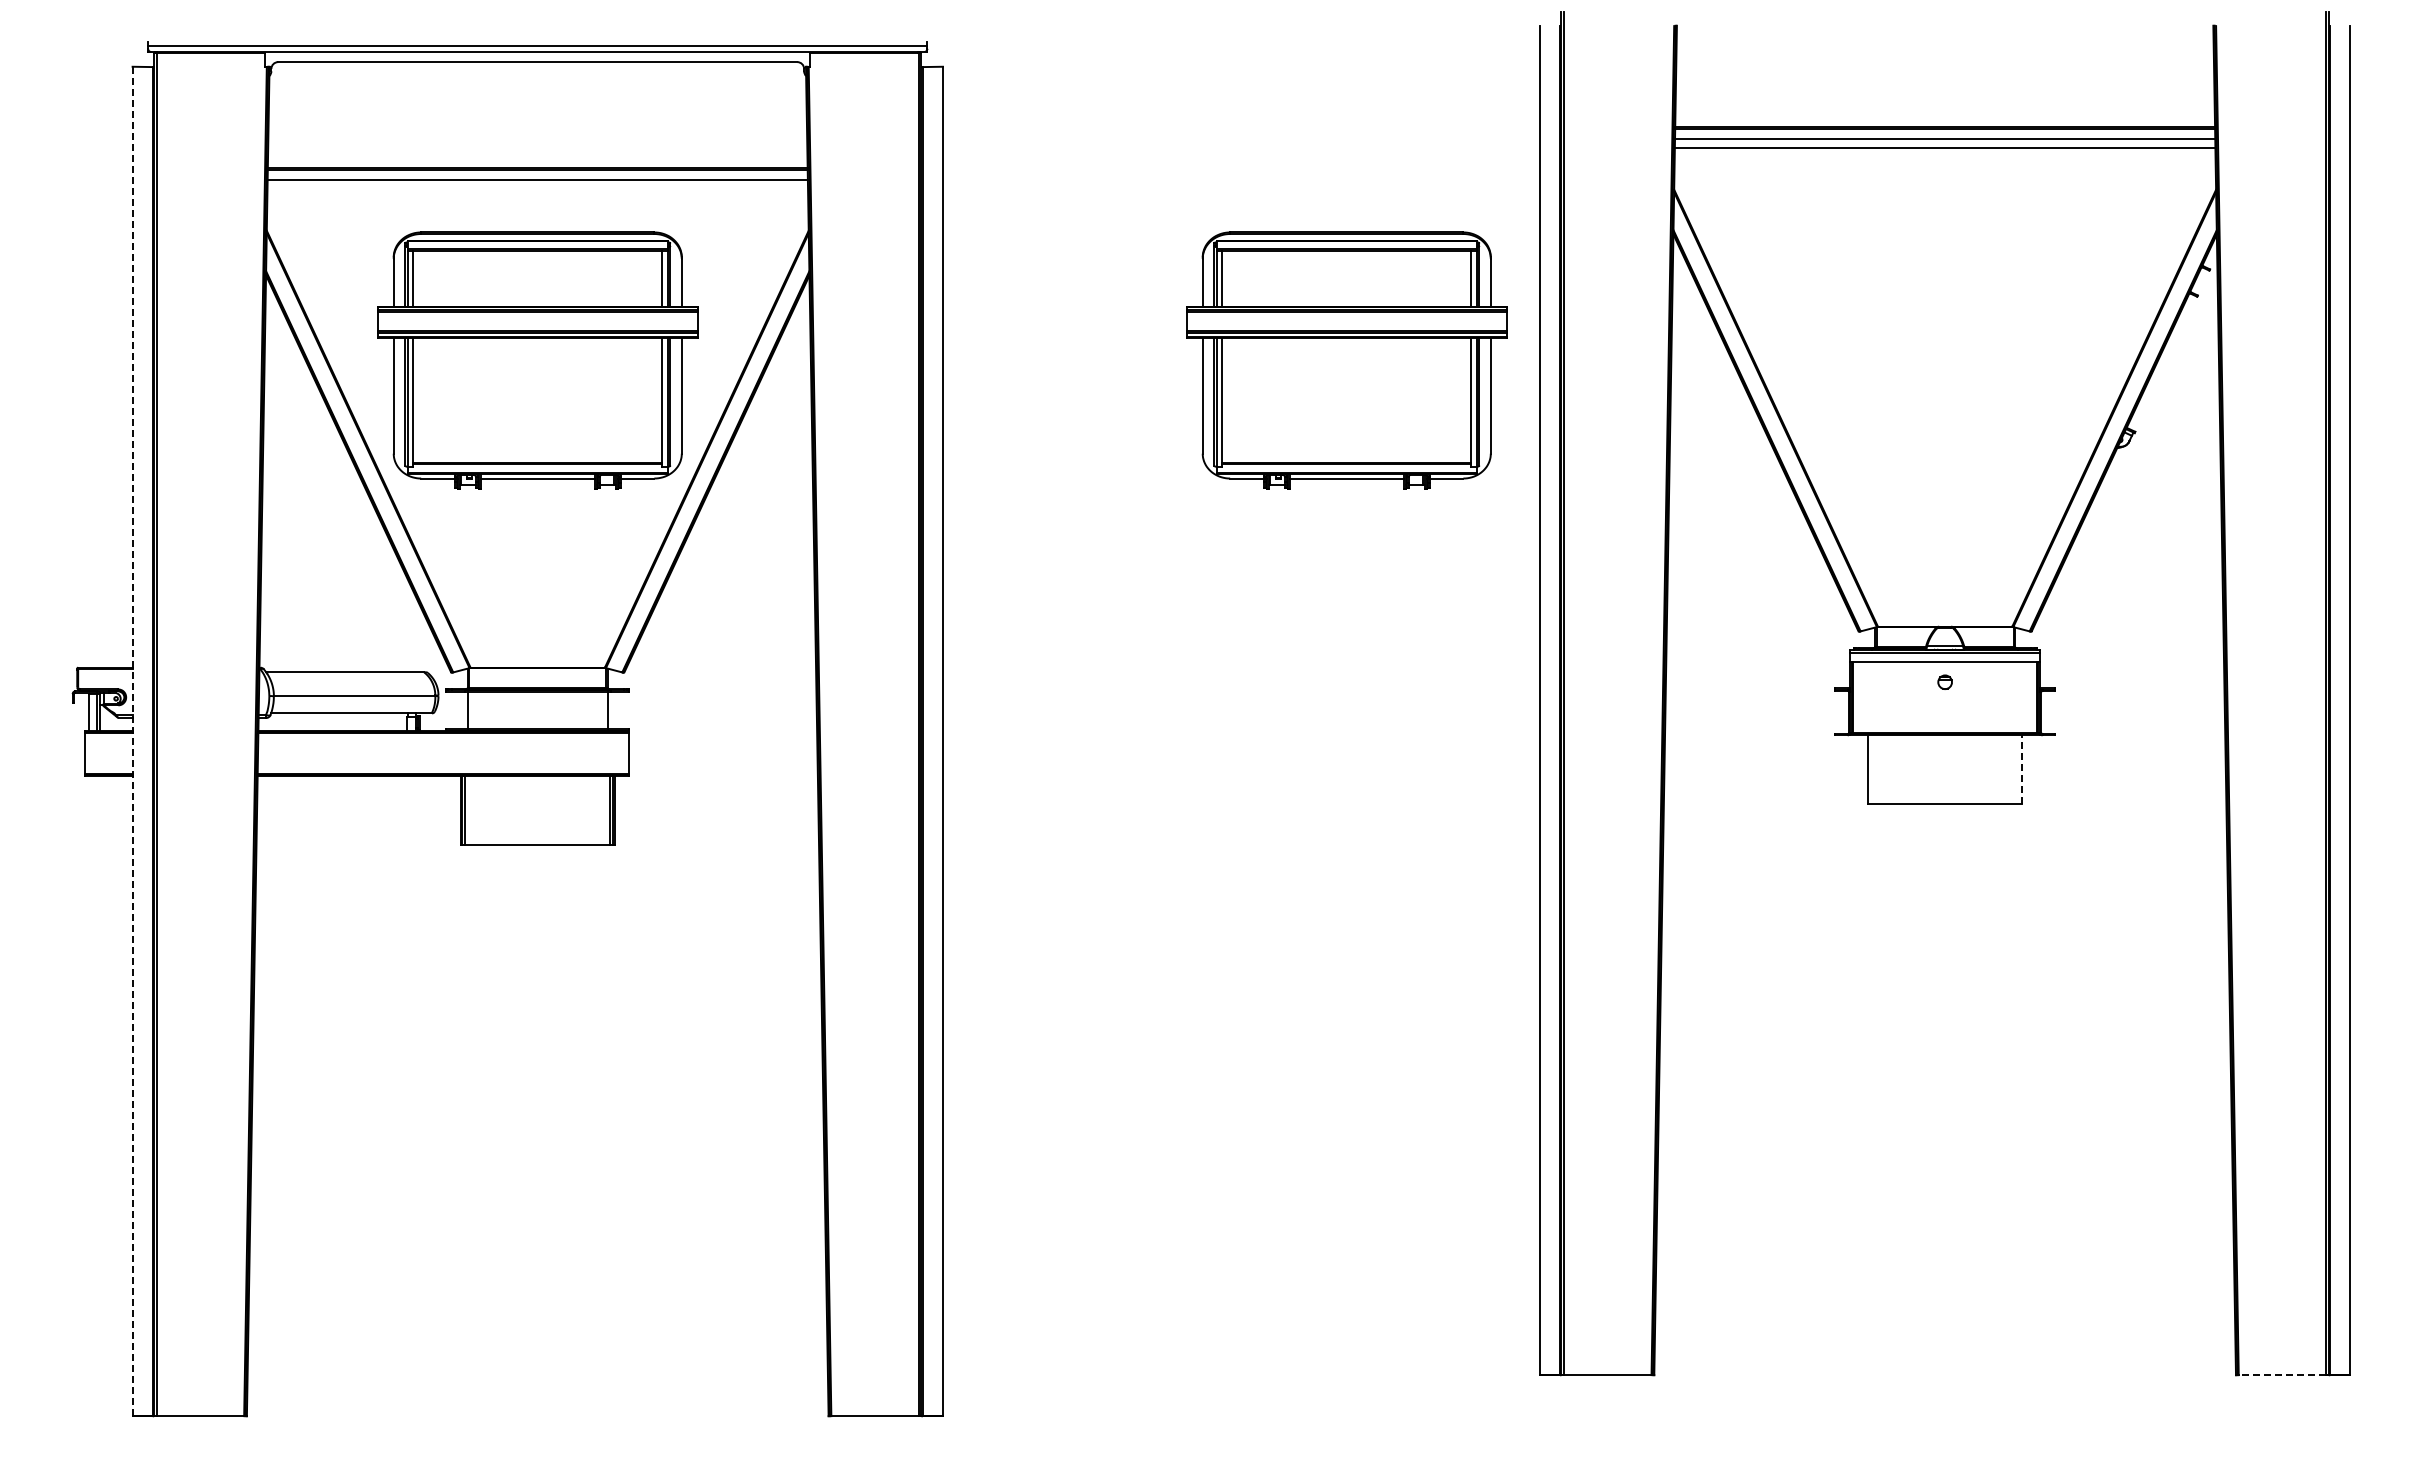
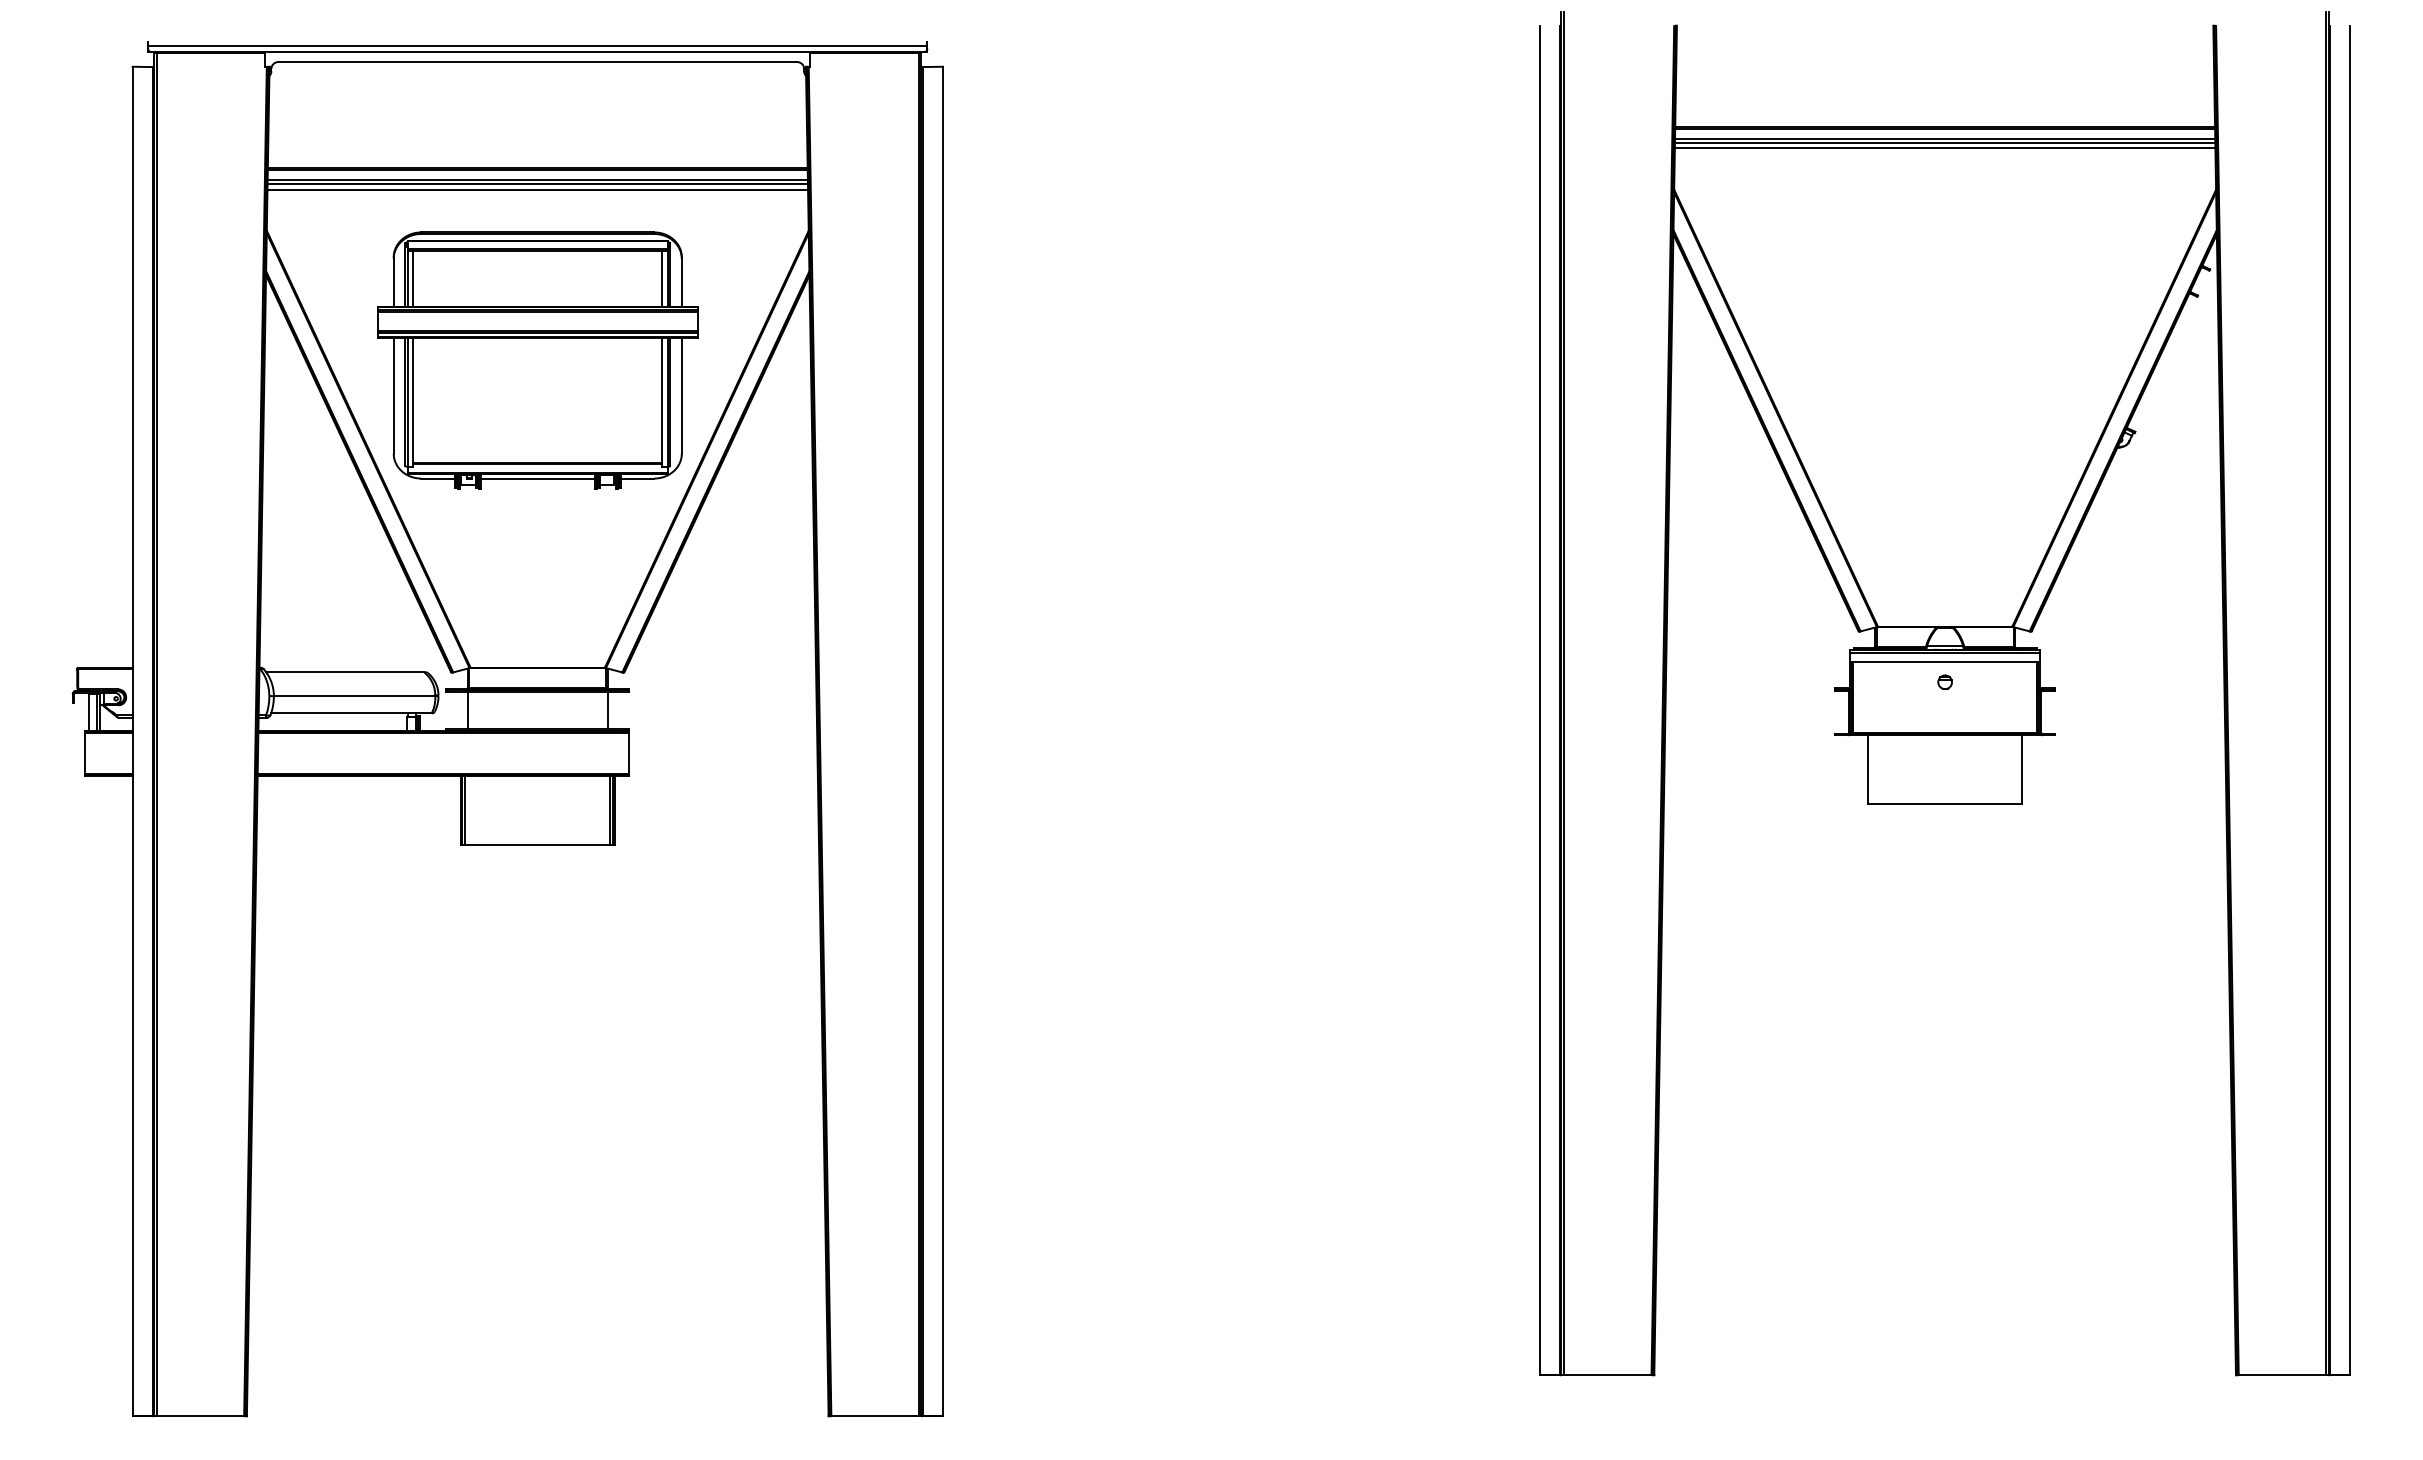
line at (1944, 142): none -> present
line at (537, 183): none -> present
line at (537, 189): none -> present
part at (1346, 360): present -> none
line at (132, 741): dashed -> solid
line at (2021, 769): dashed -> solid
line at (2280, 1375): dashed -> solid
